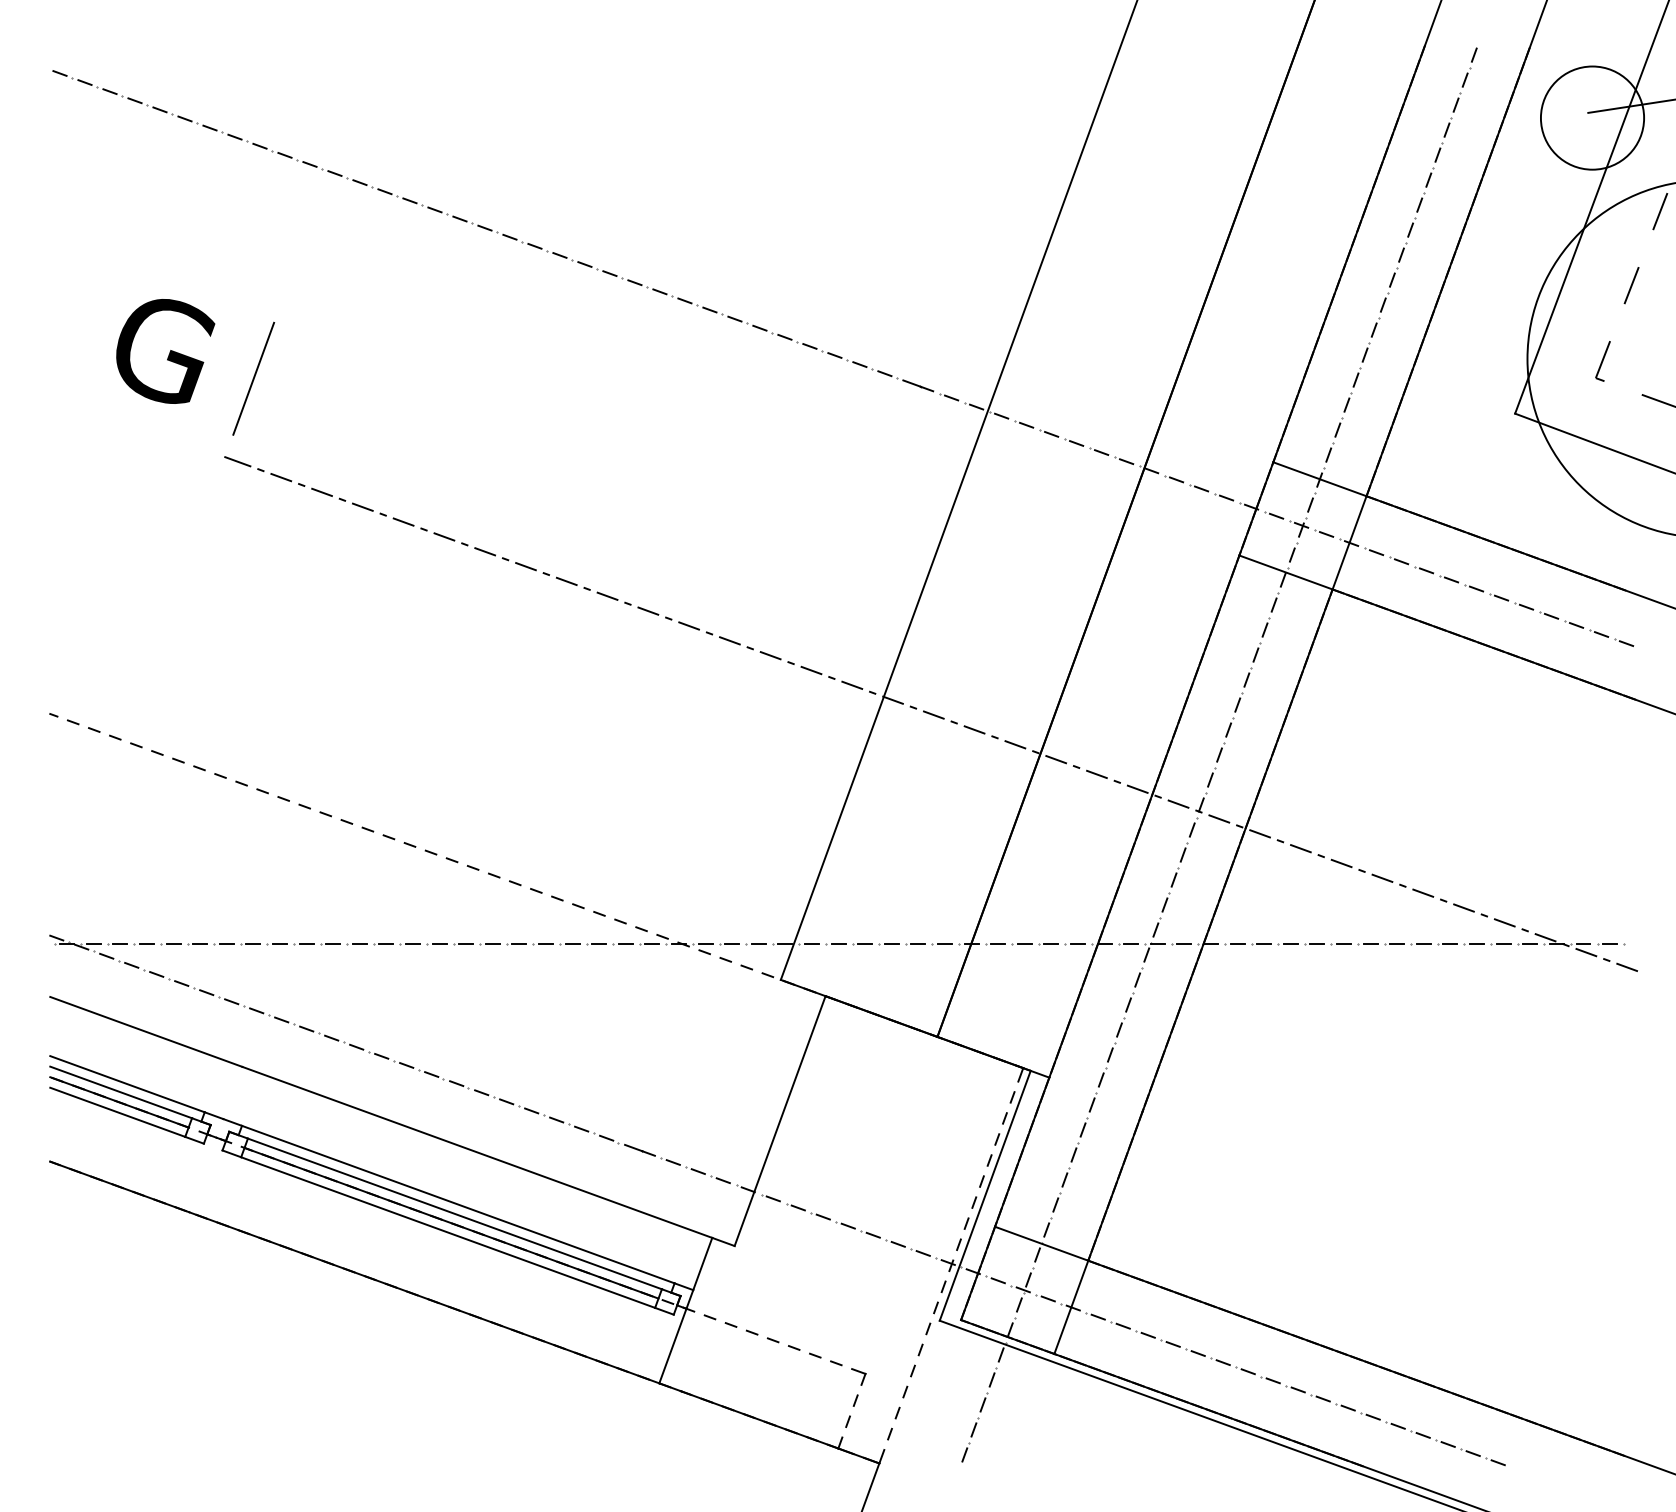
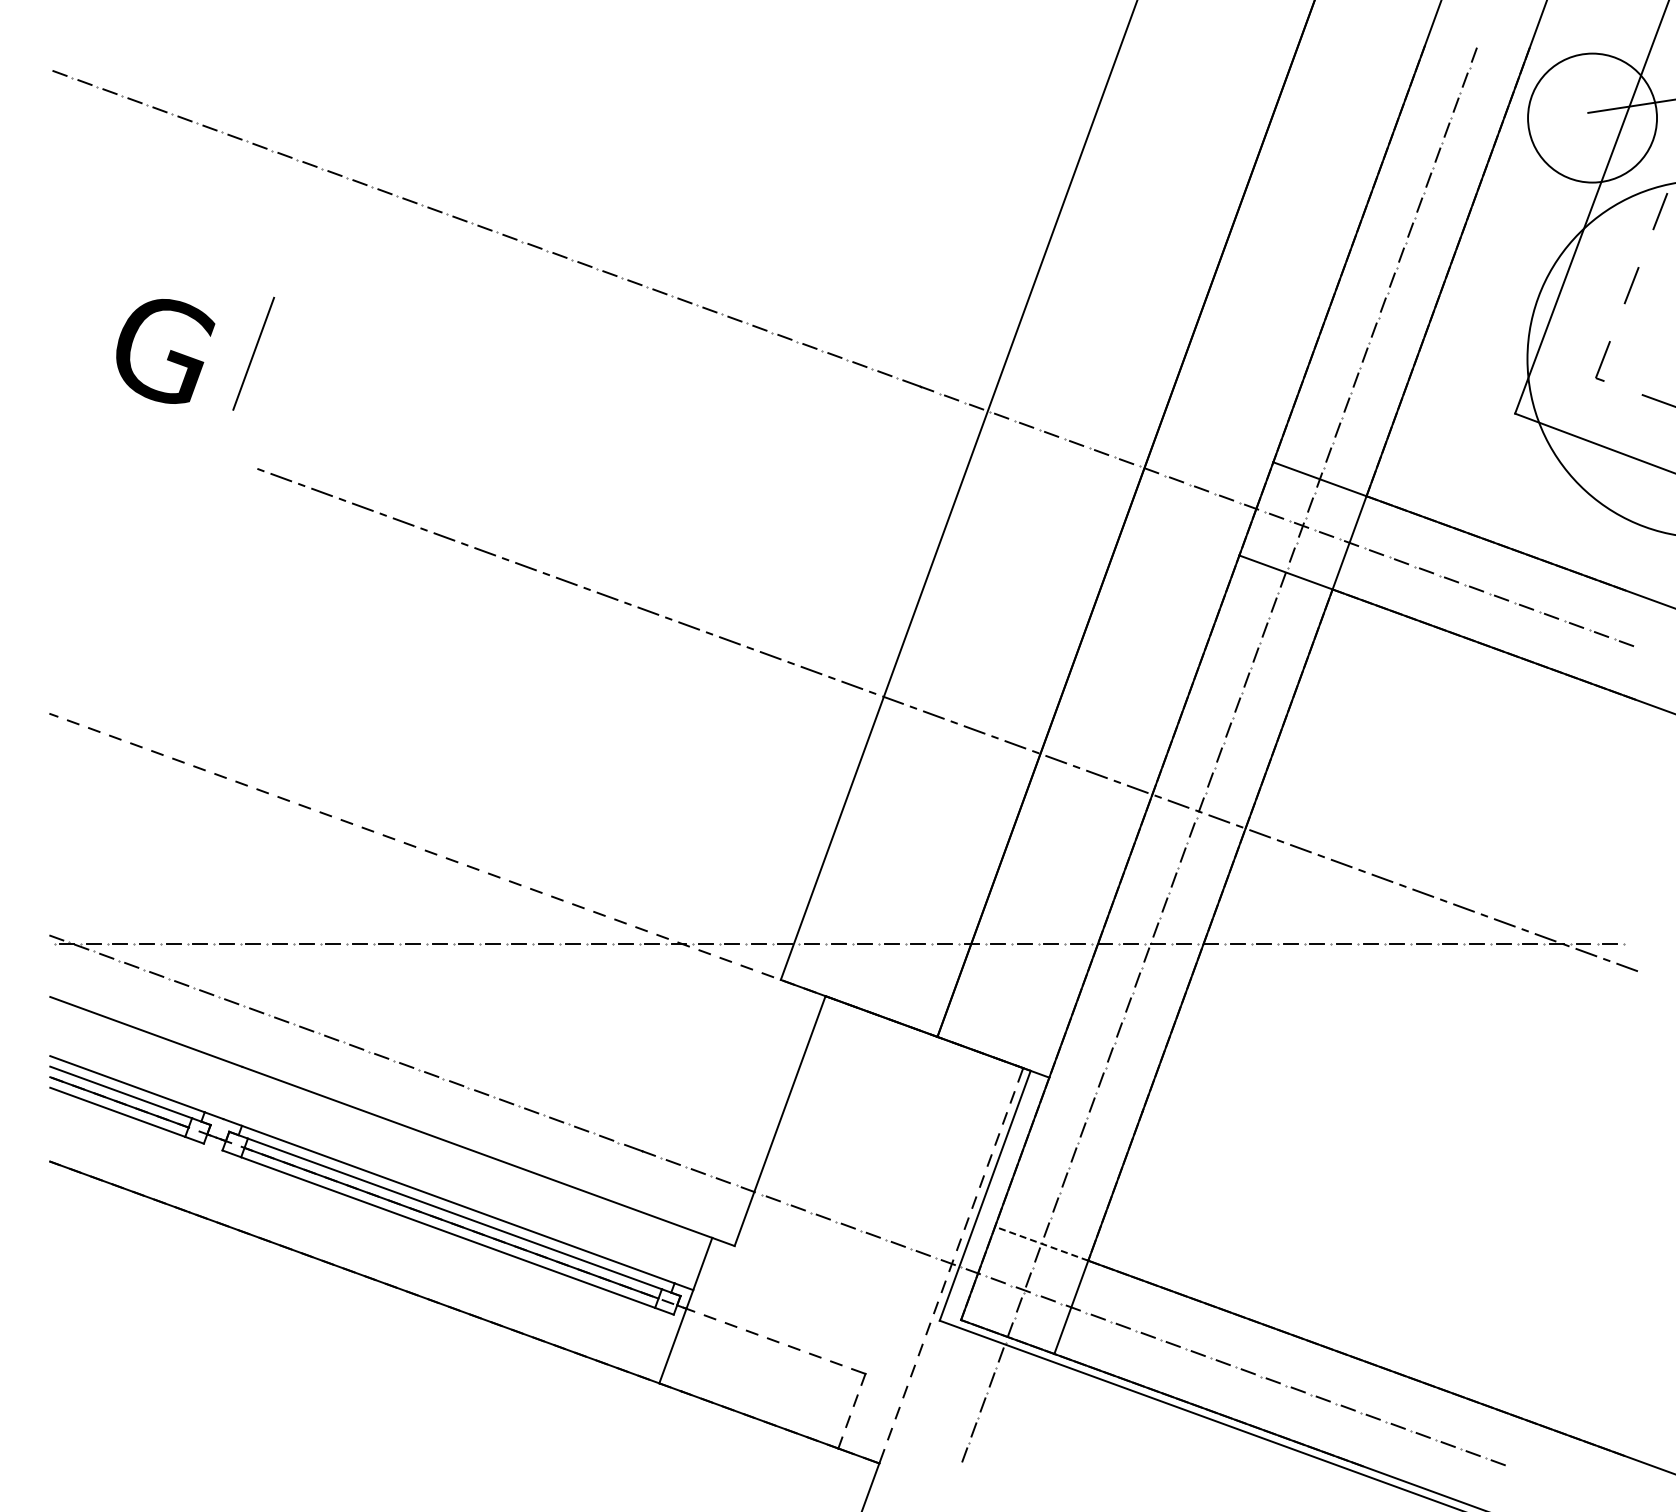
circle at (1592, 117) diameter: 103 px -> 129 px
line at (253, 378) position: (253, 378) -> (253, 353)
line at (237, 461): present -> none
line at (1041, 1243): solid -> dashed
